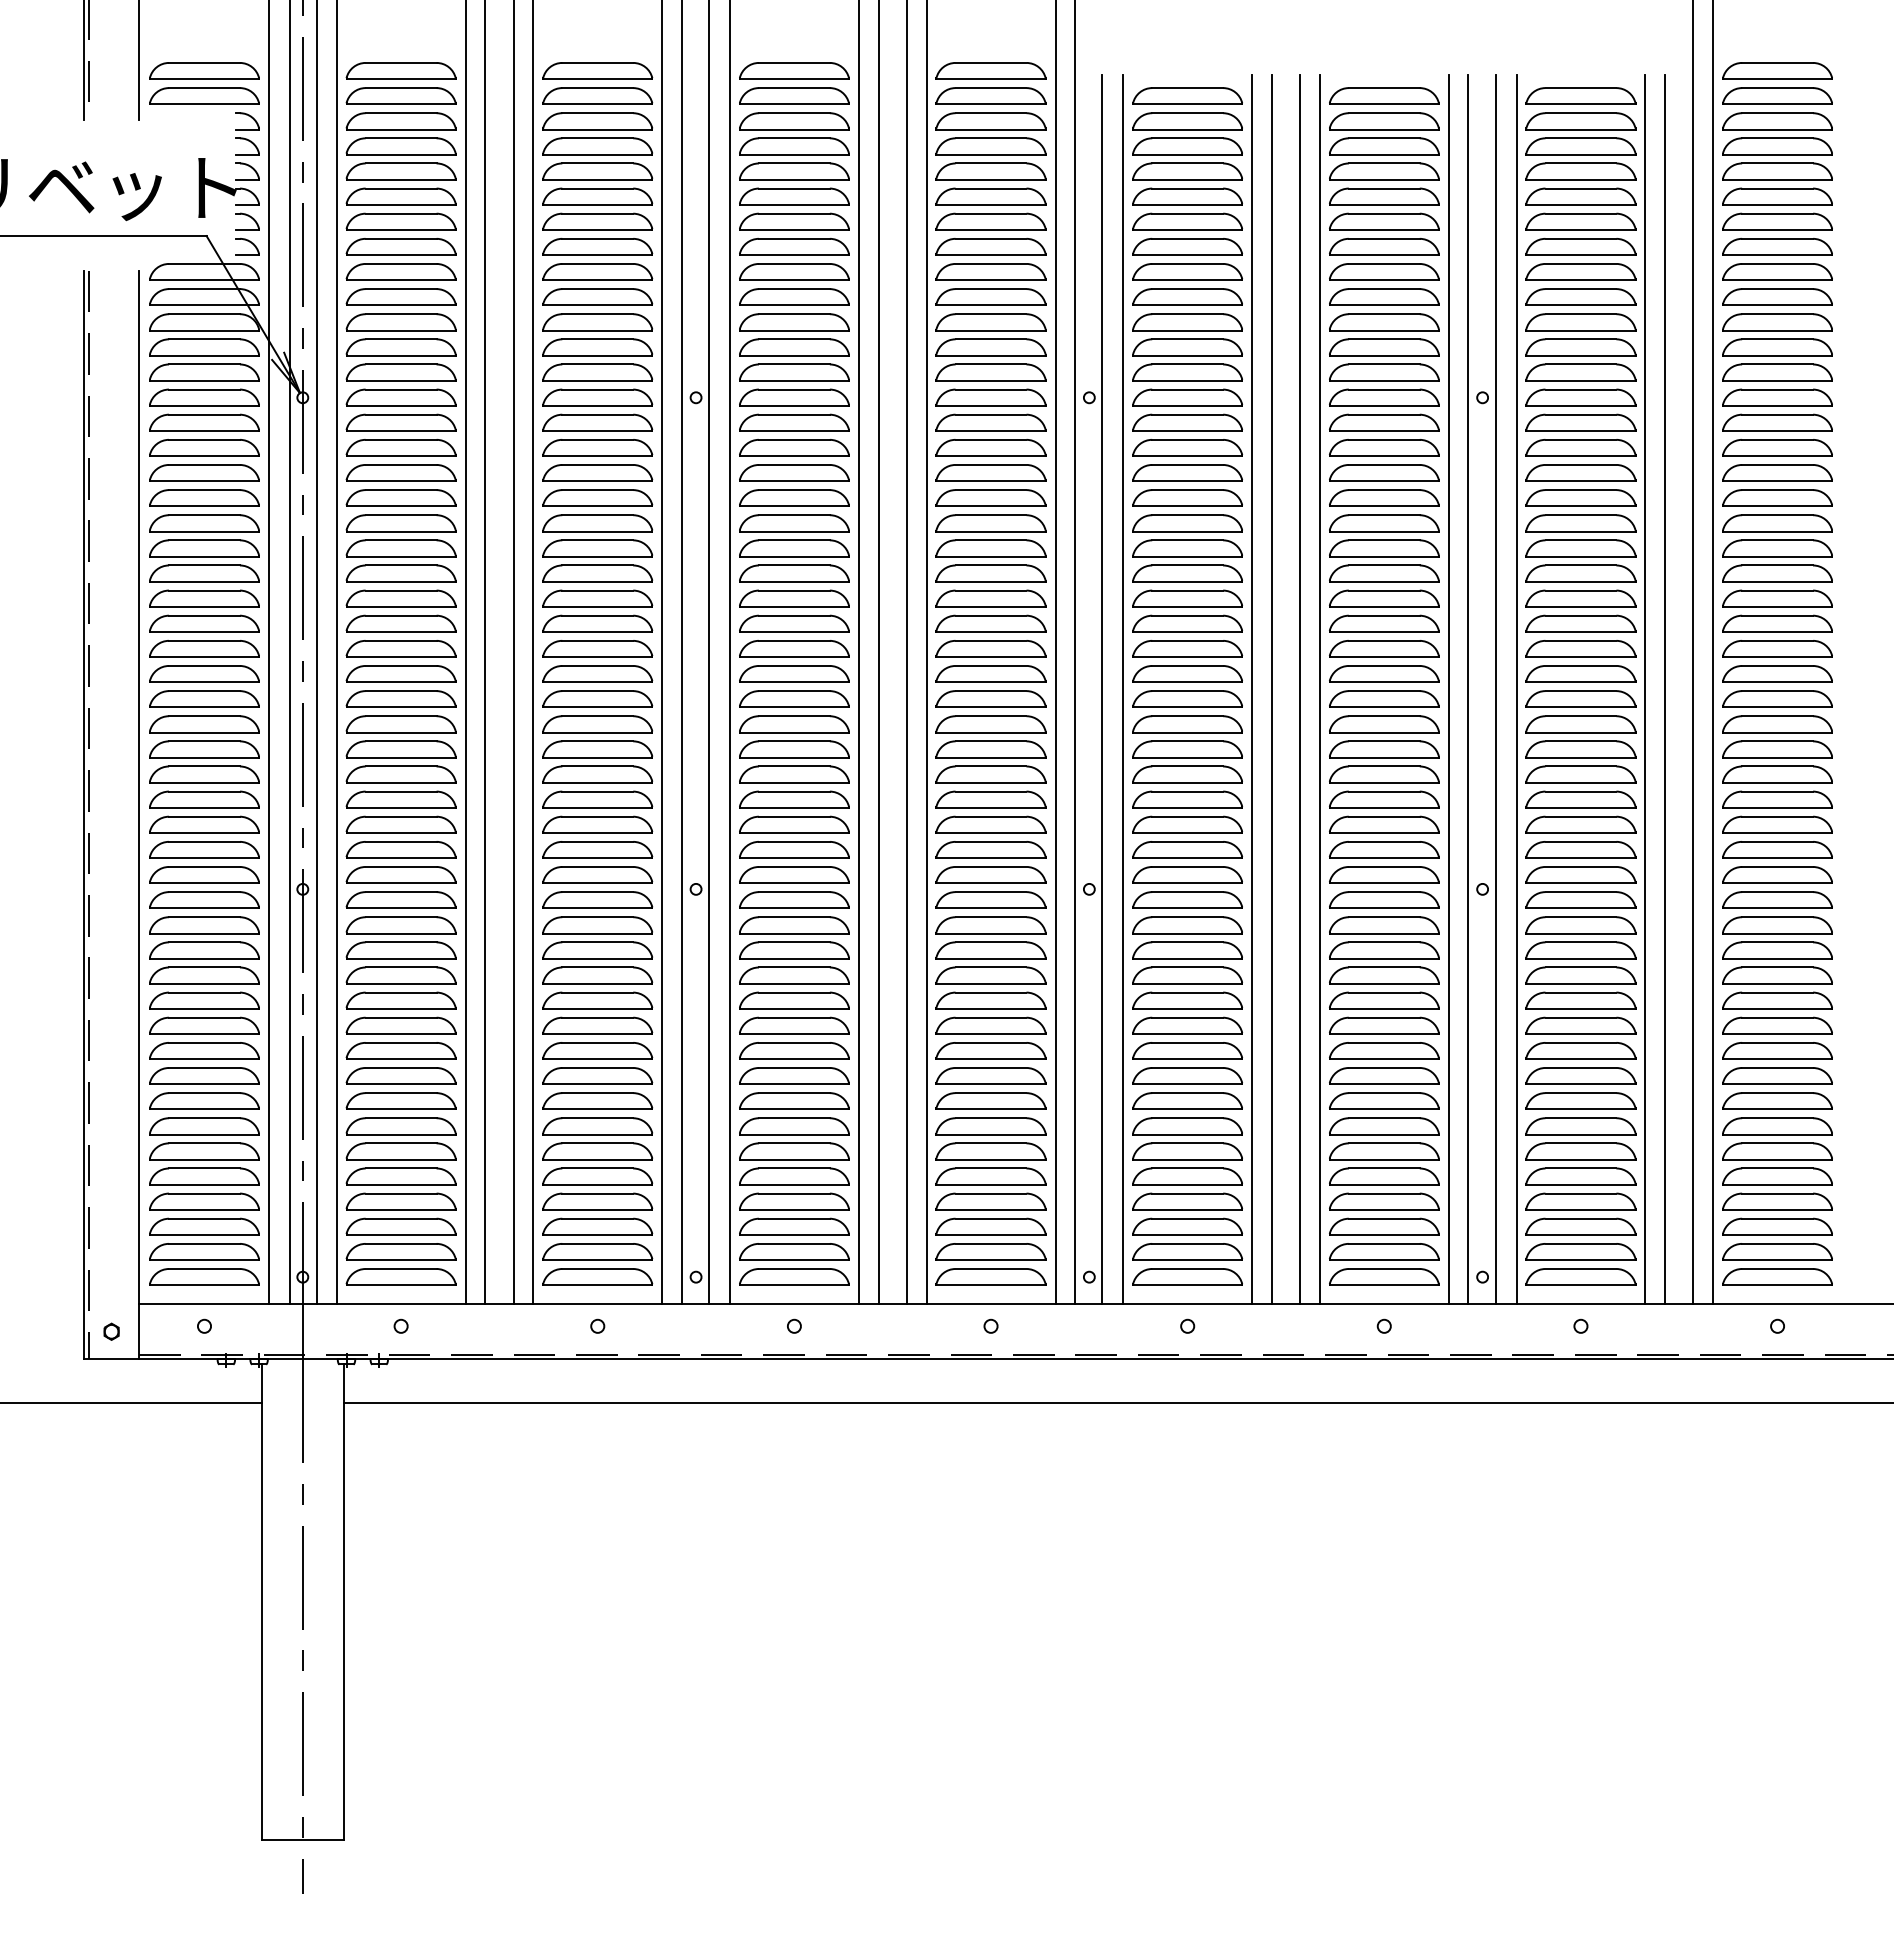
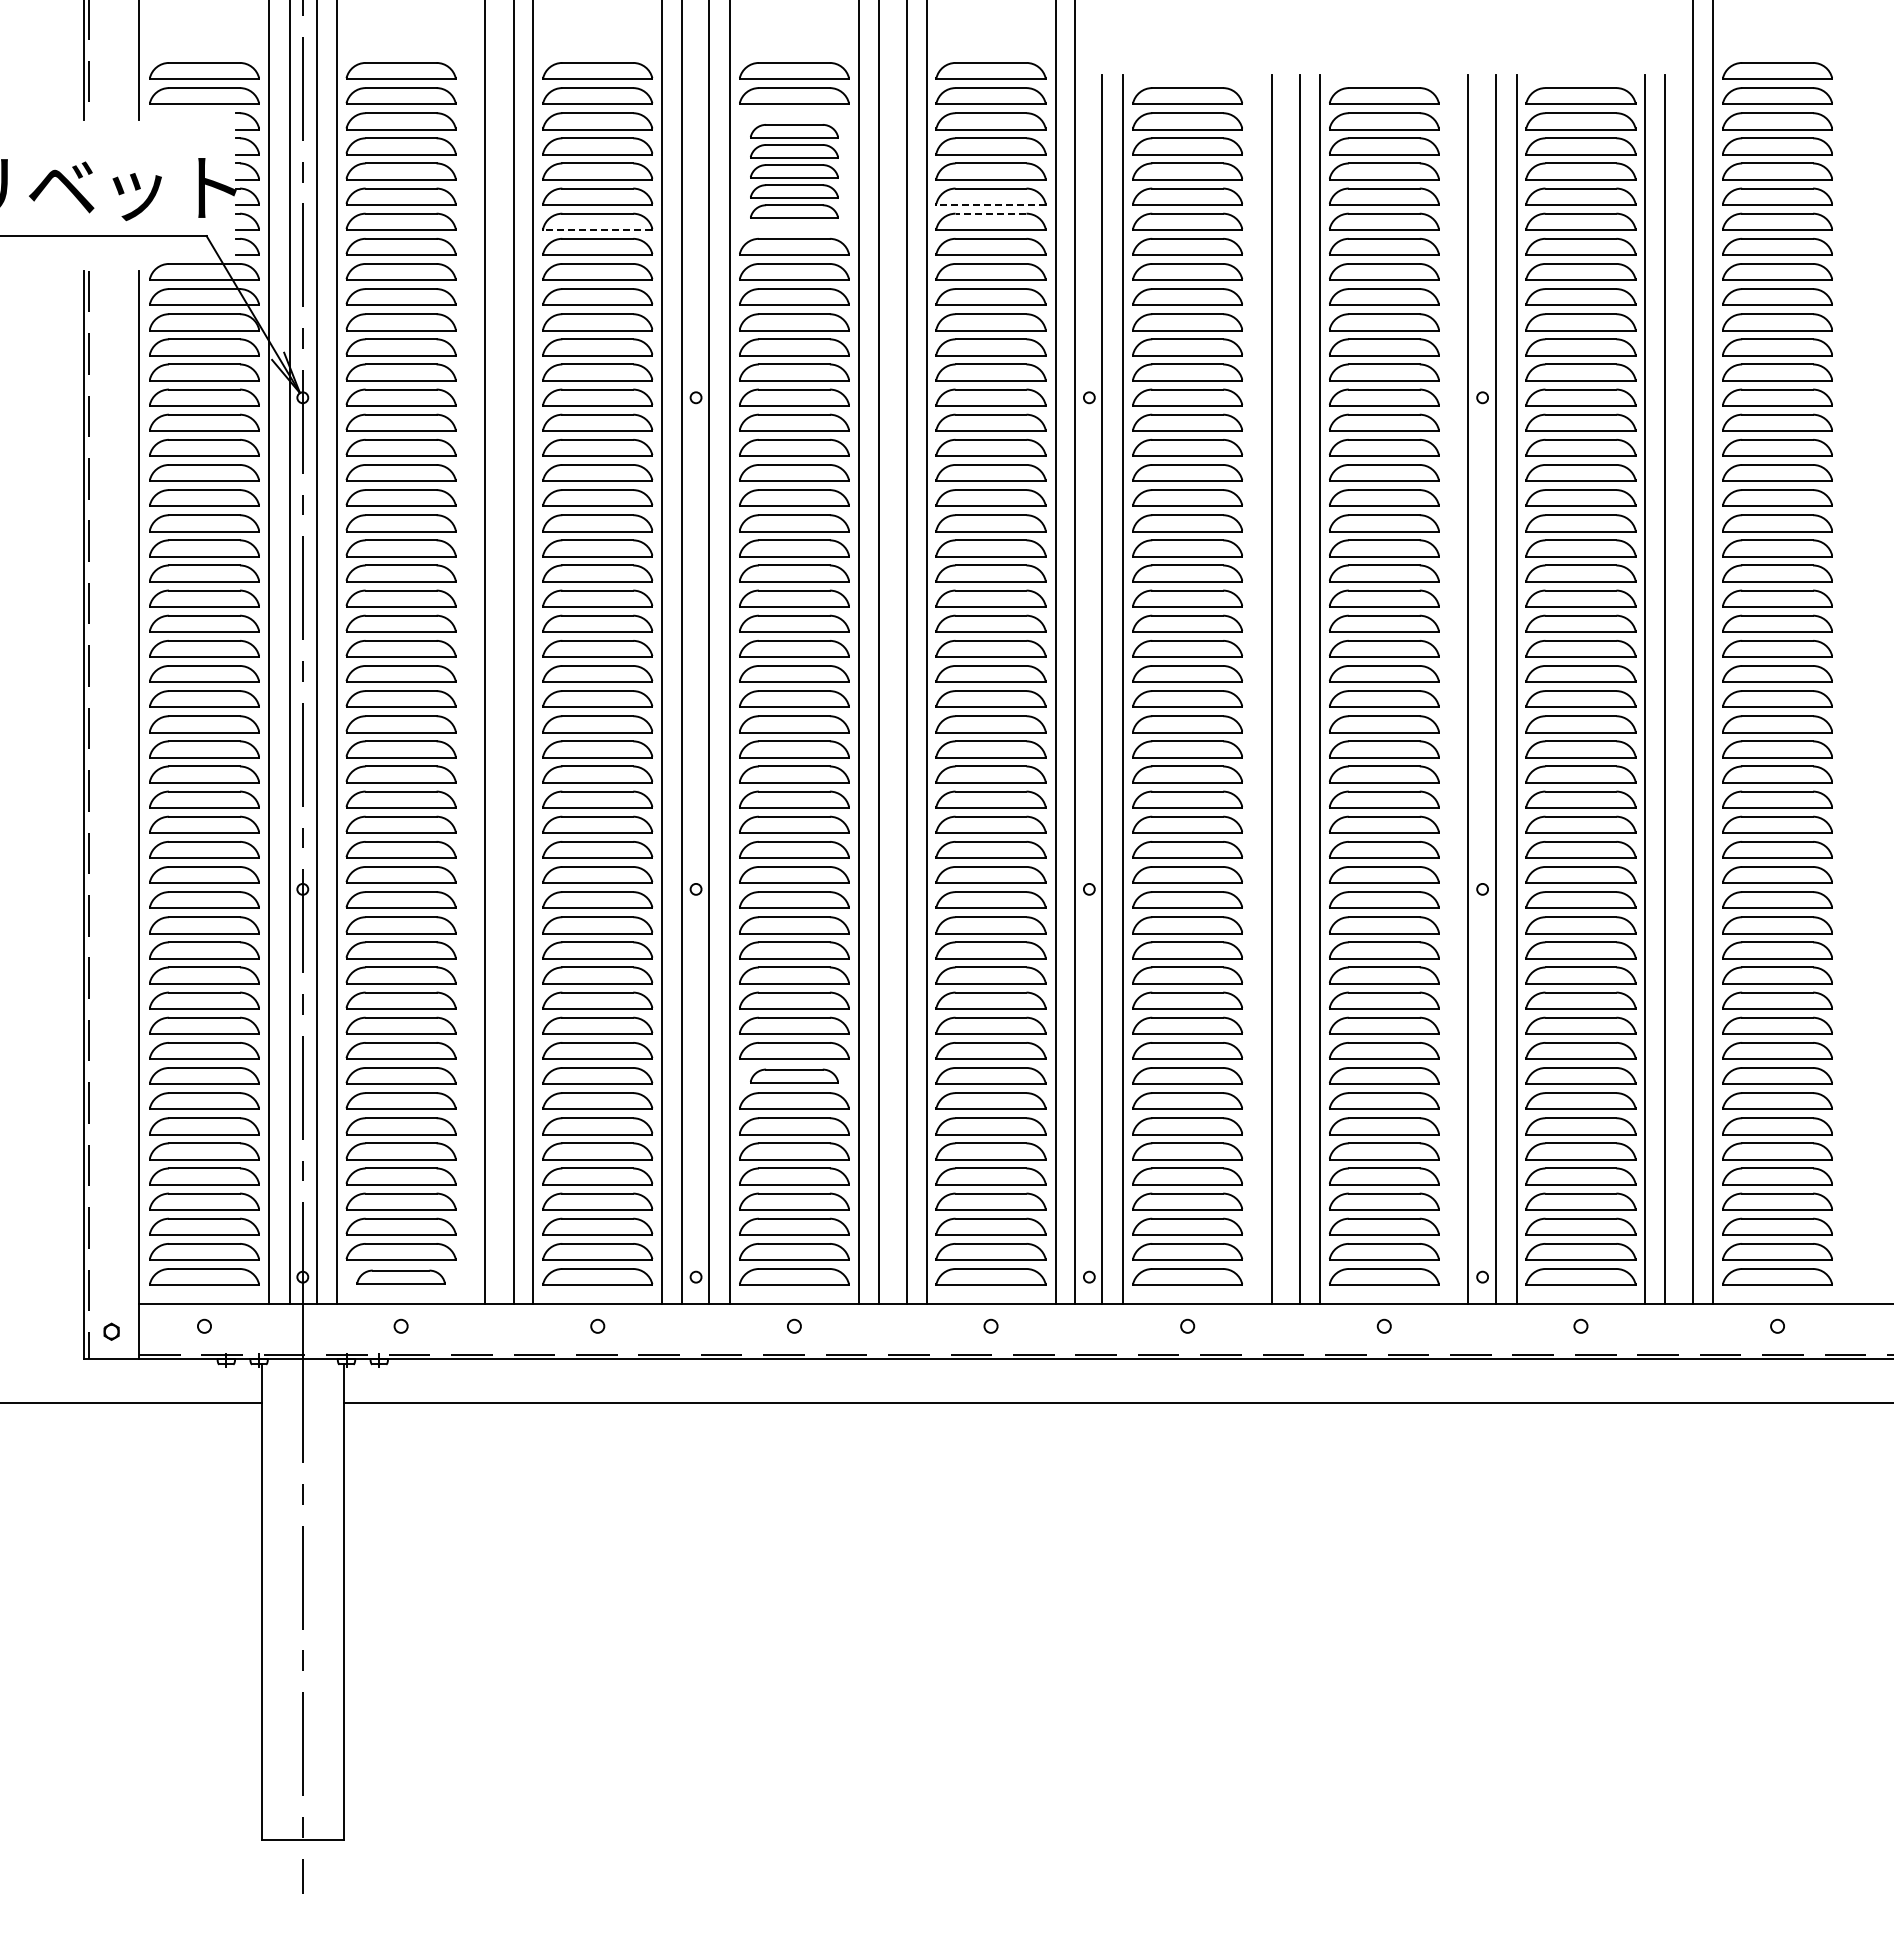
part at (794, 171) size: 111x119 px -> 89x95 px
line at (991, 204): solid -> dashed
line at (990, 213): solid -> dashed
line at (597, 230): solid -> dashed
line at (465, 653): present -> none
line at (1252, 689): present -> none
line at (1448, 689): present -> none
part at (794, 1075) size: 111x18 px -> 89x16 px
part at (400, 1276) size: 112x18 px -> 90x16 px
